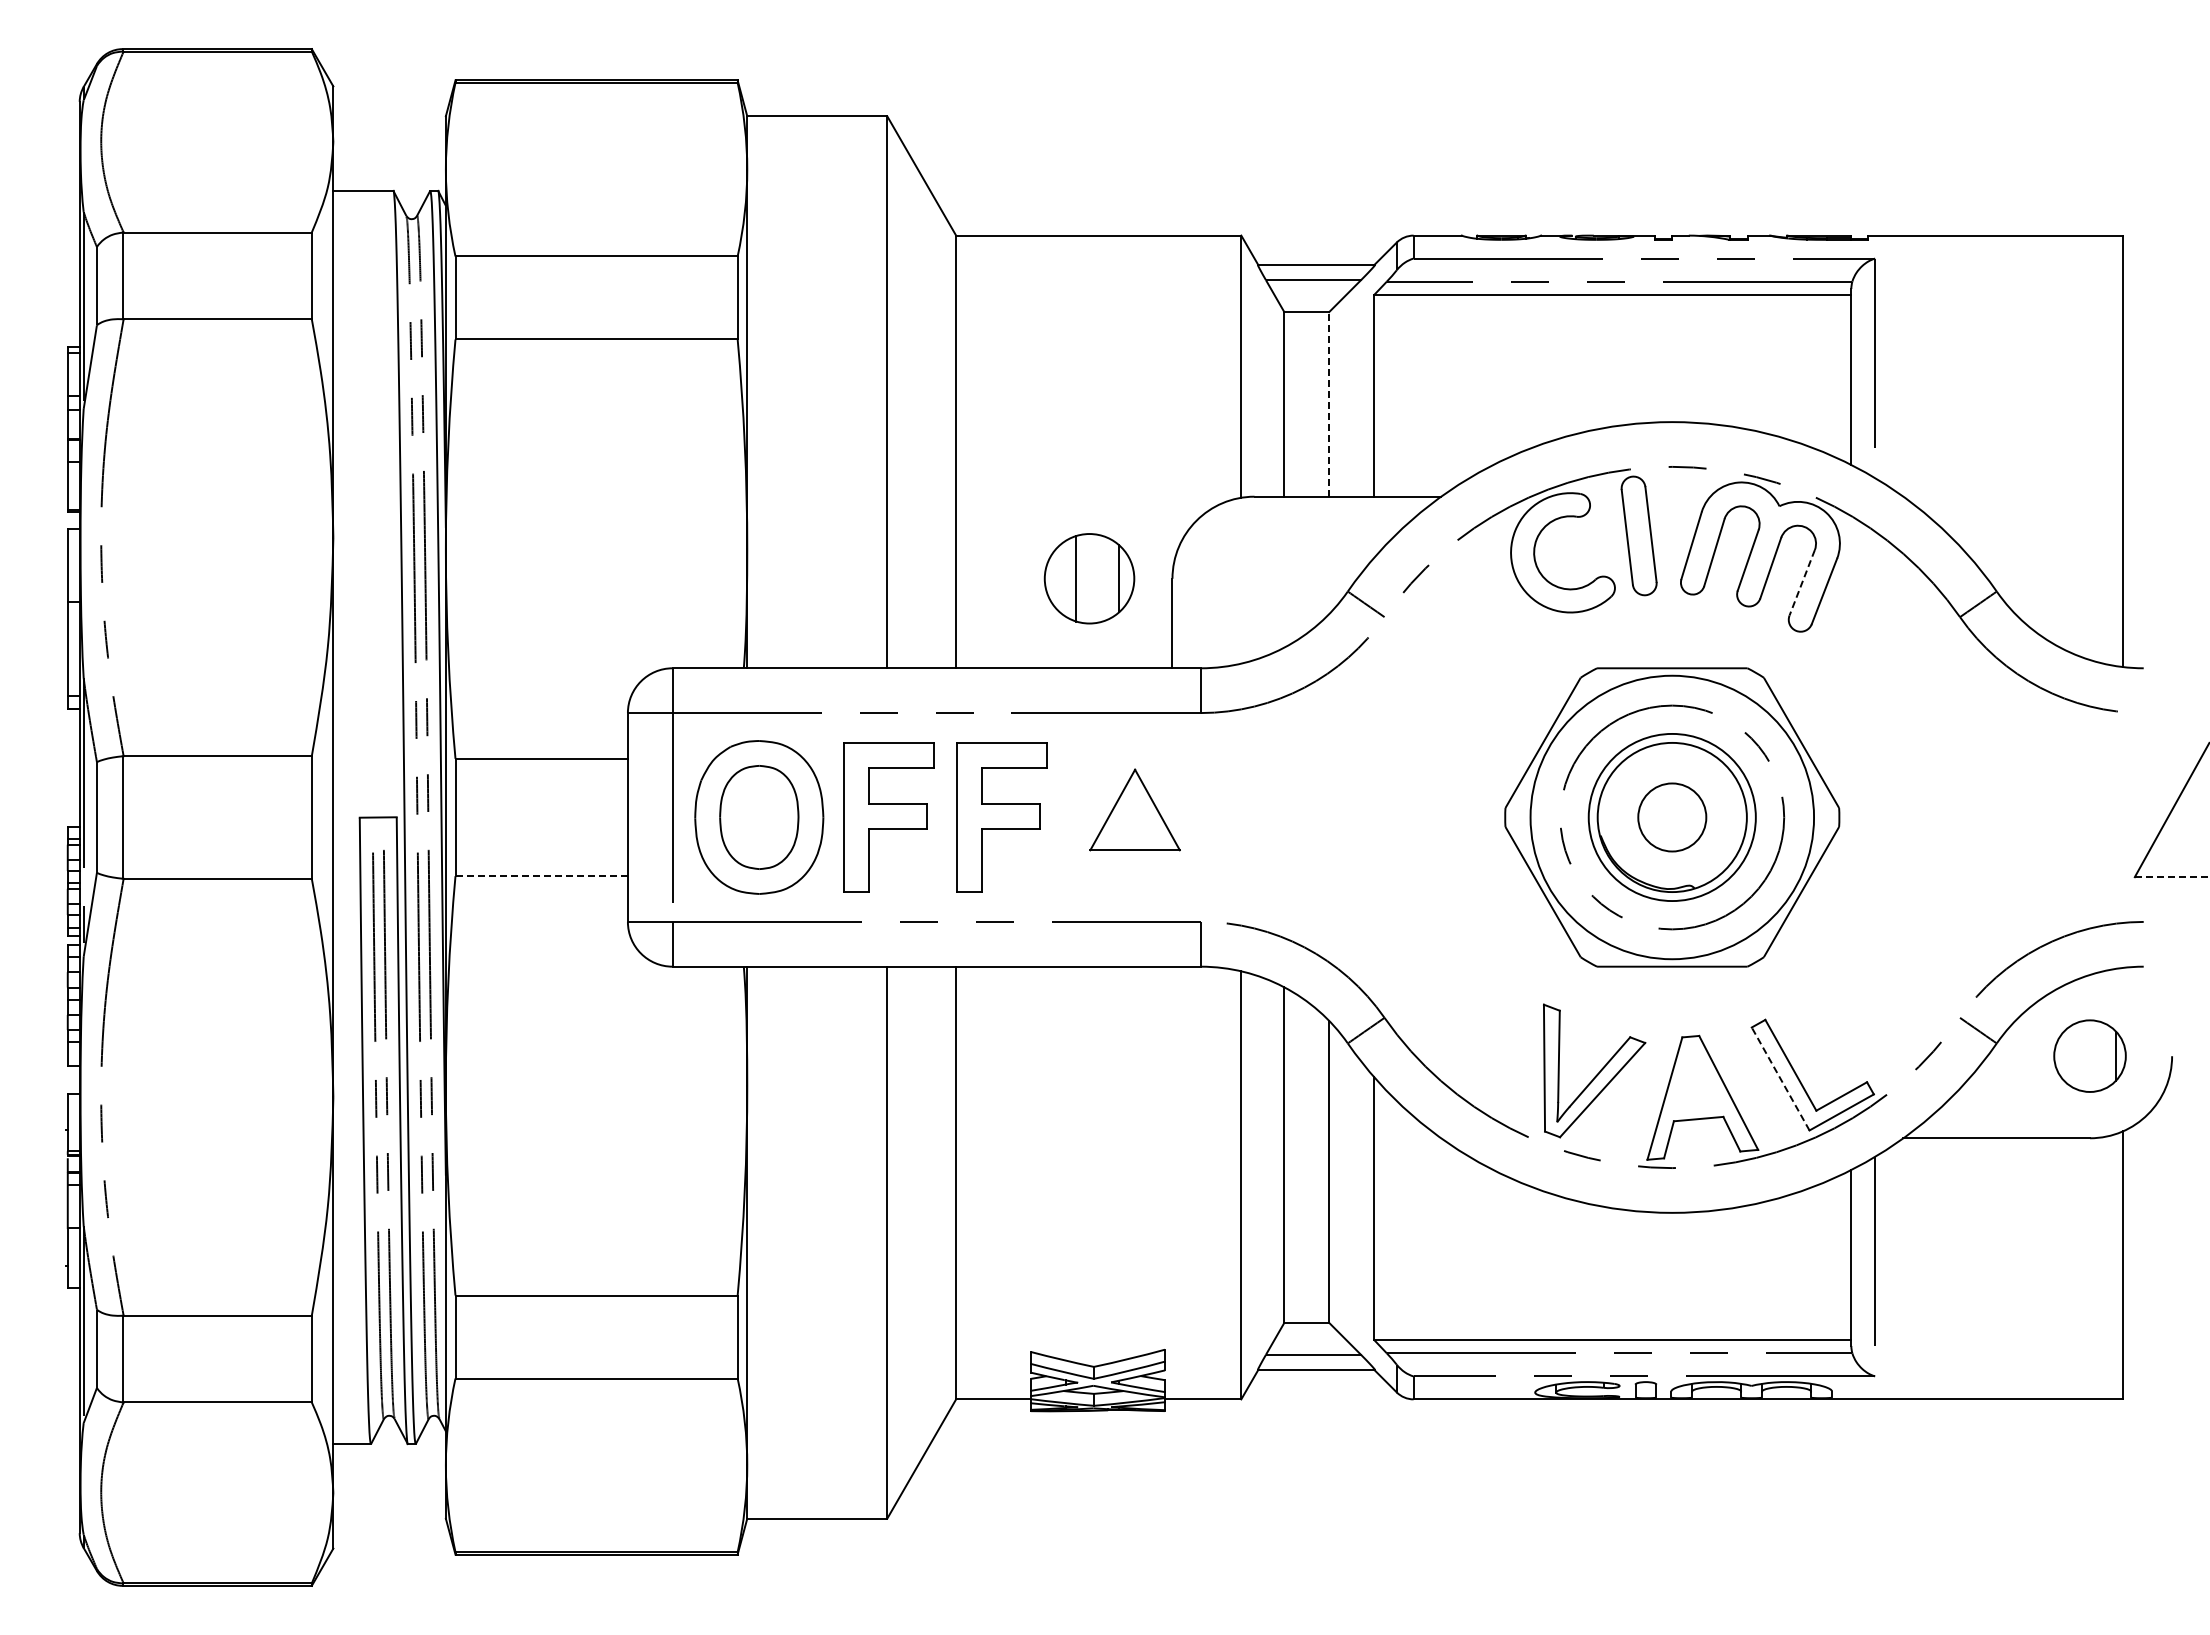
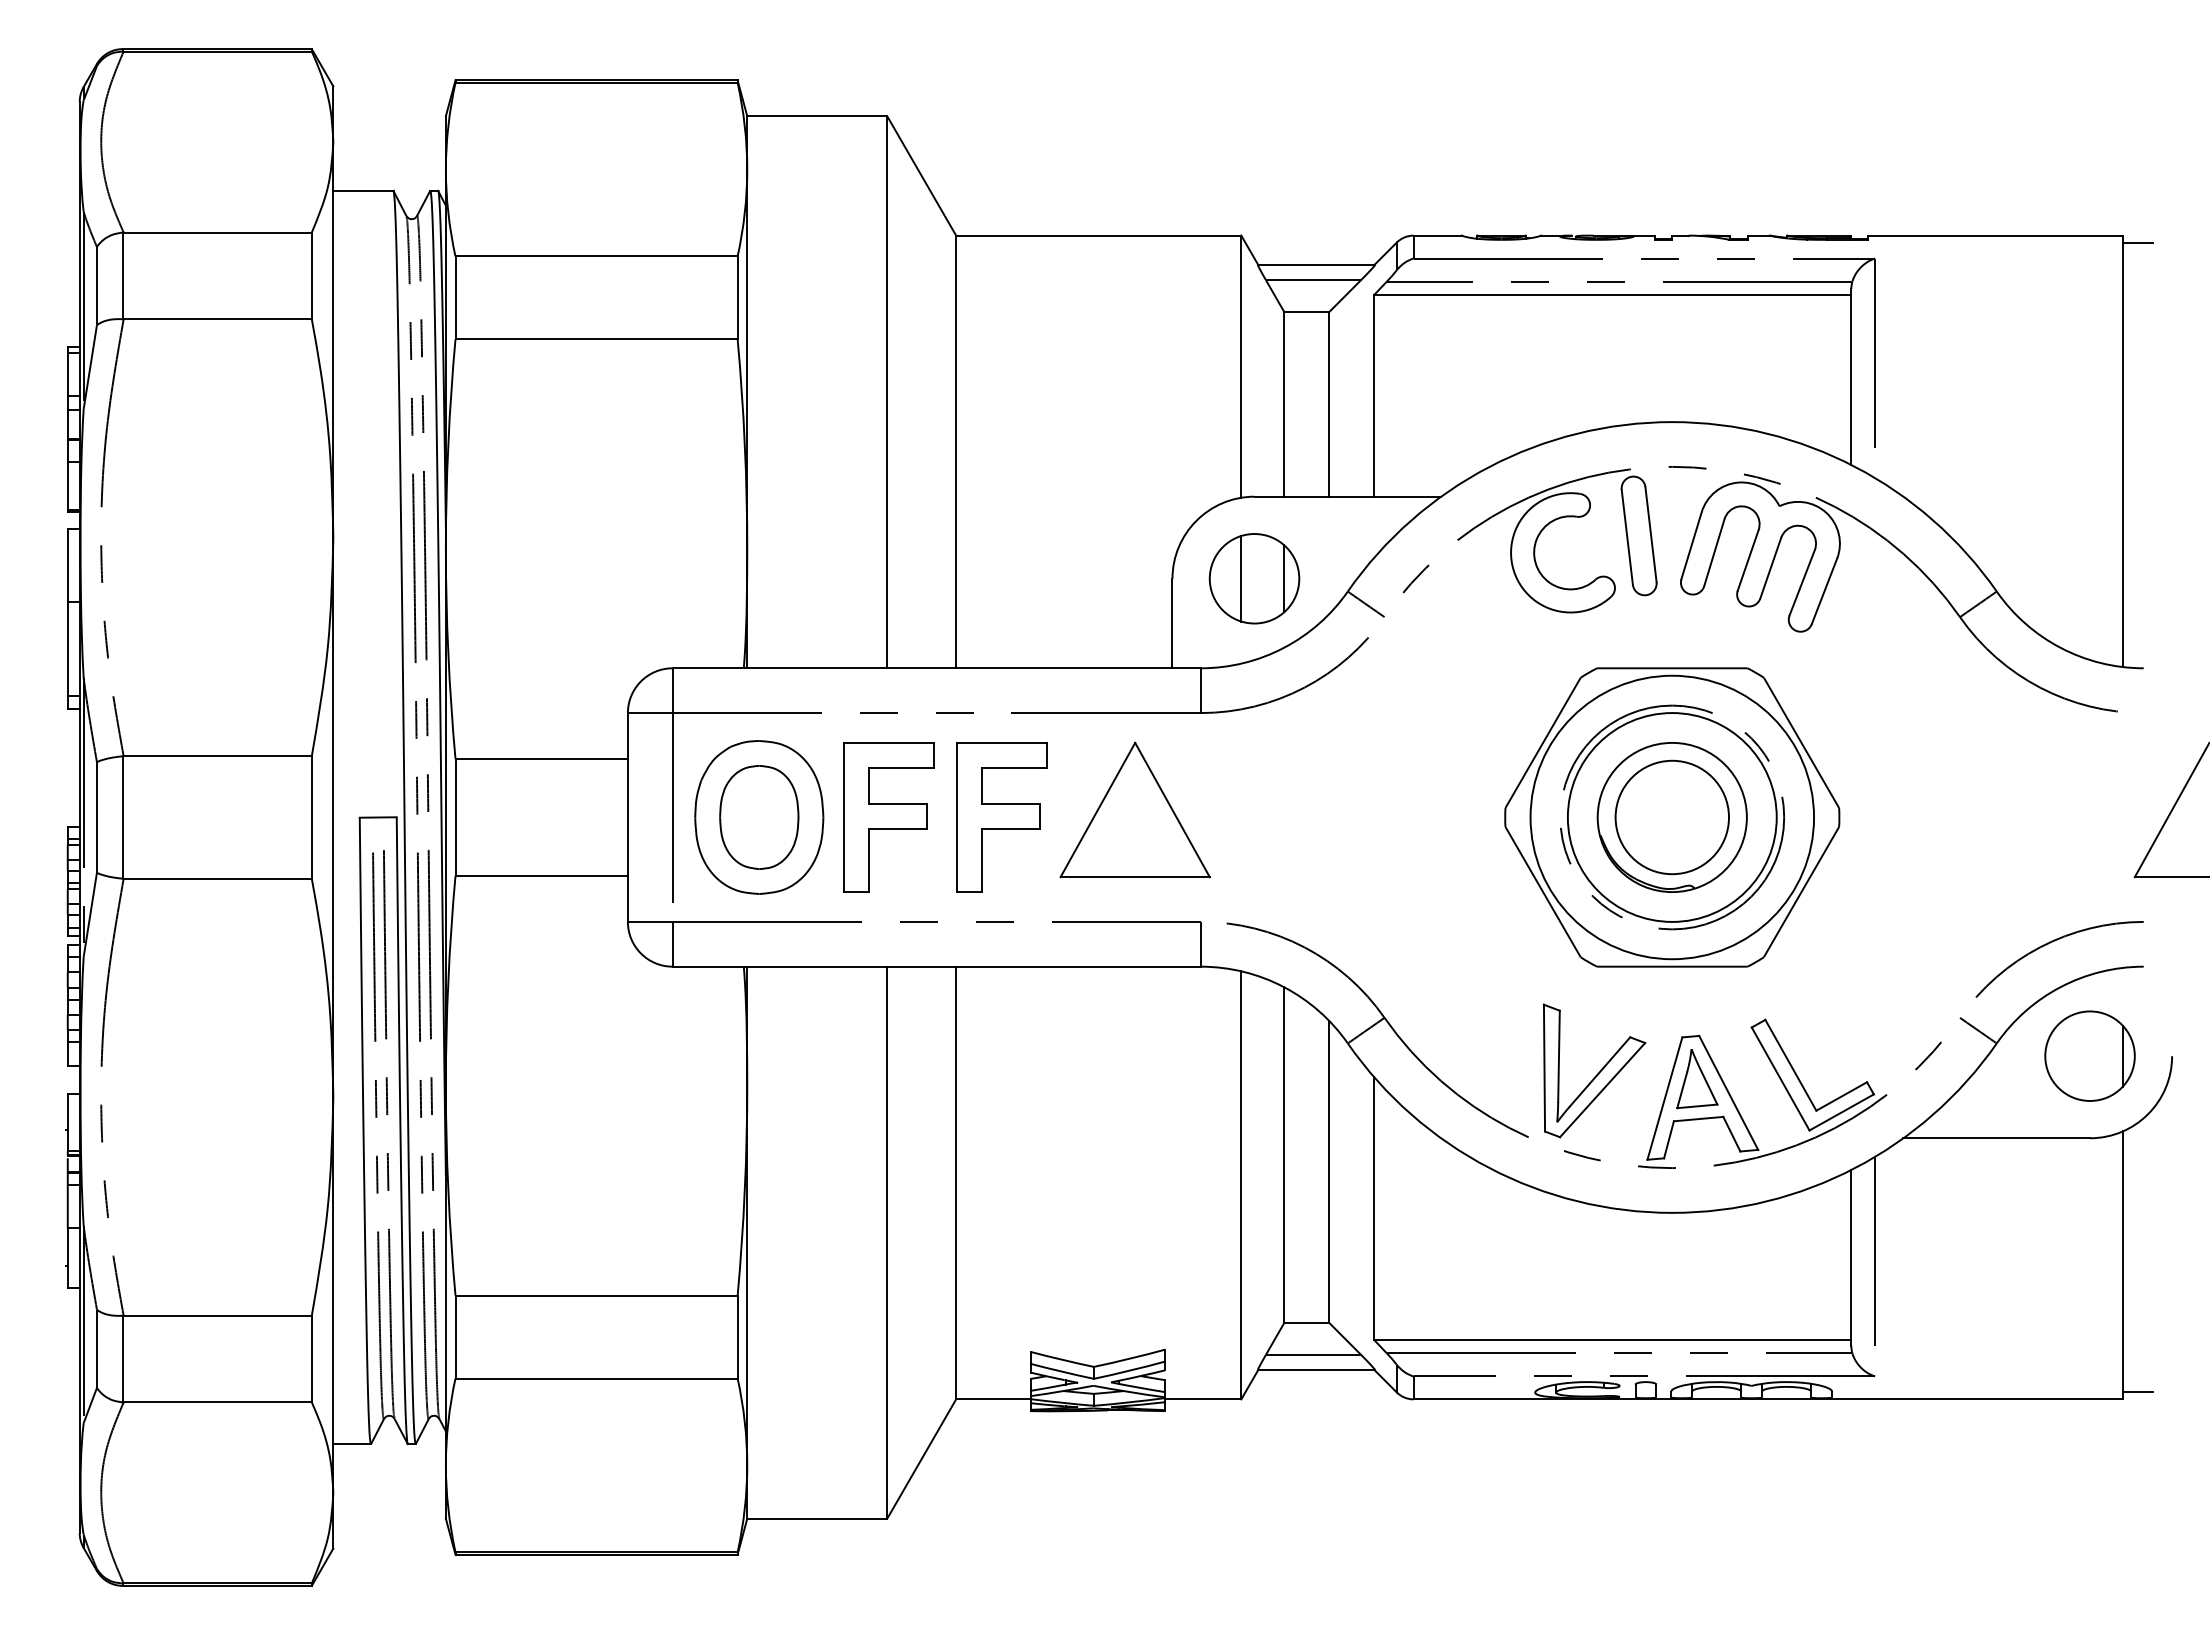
line at (2137, 243): none -> present
line at (1329, 403): dashed -> solid
part at (1089, 578) position: (1089, 578) -> (1254, 578)
line at (1802, 583): dashed -> solid
part at (1134, 809) size: 92x84 px -> 152x138 px
circle at (1671, 817) diameter: 167 px -> 209 px
circle at (1672, 817) diameter: 68 px -> 113 px
line at (541, 876): dashed -> solid
line at (2172, 877): dashed -> solid
part at (2089, 1055) size: 74x74 px -> 92x92 px
line at (1780, 1078): dashed -> solid
part at (1697, 1079): none -> present
line at (2137, 1391): none -> present
